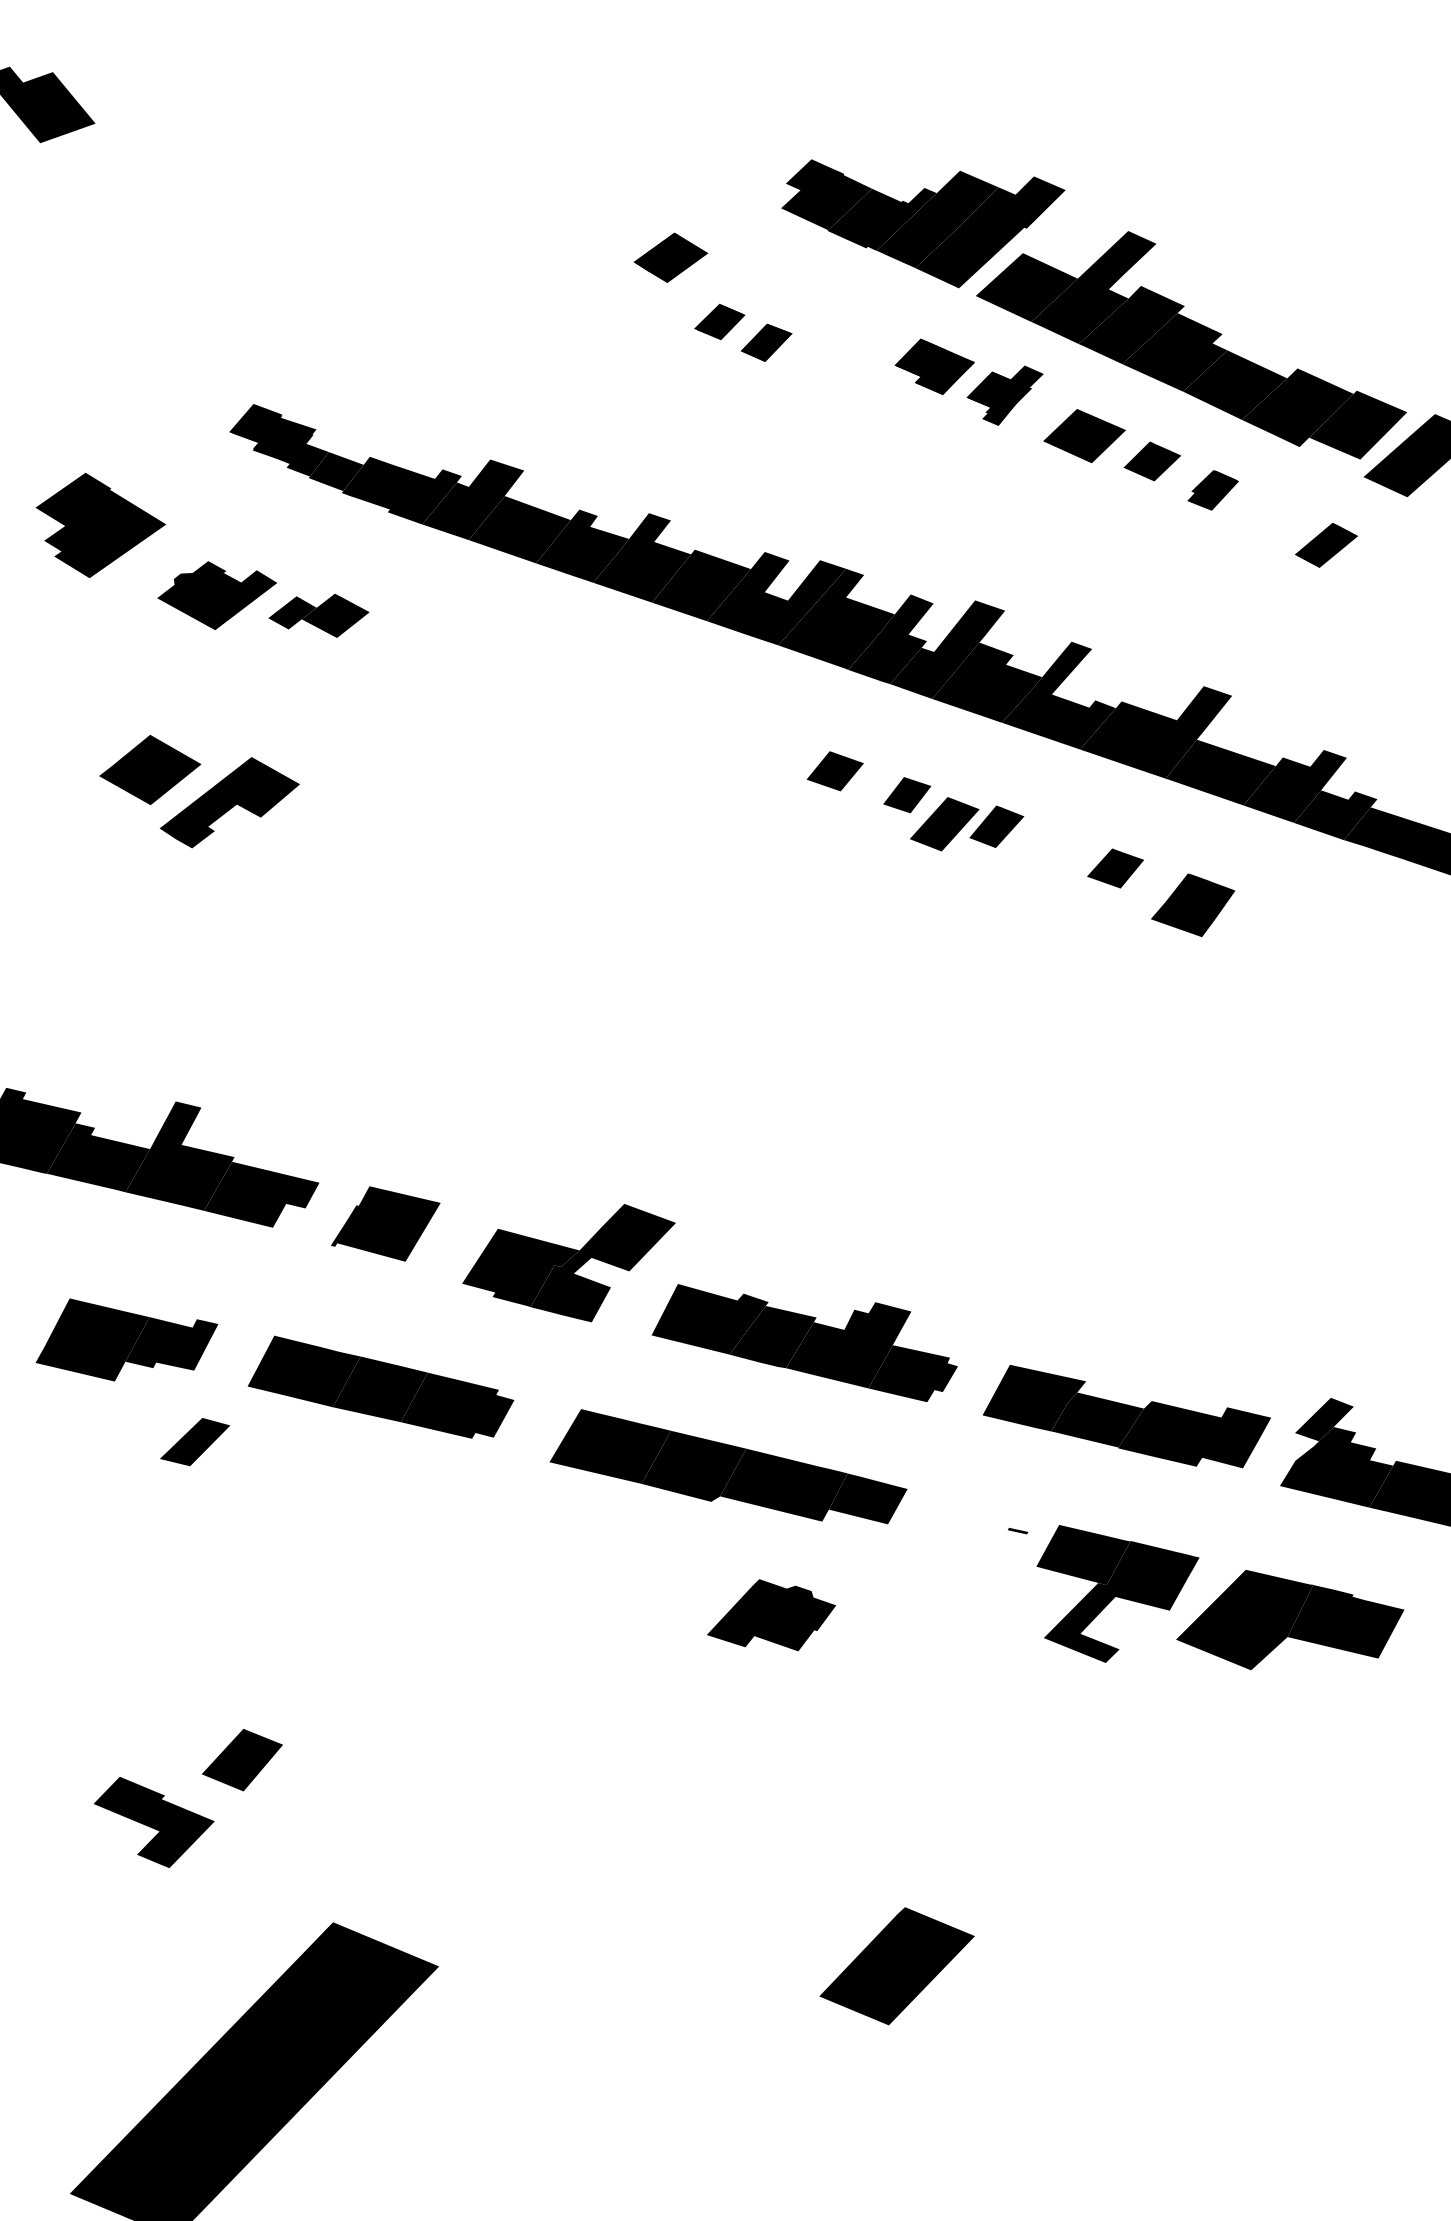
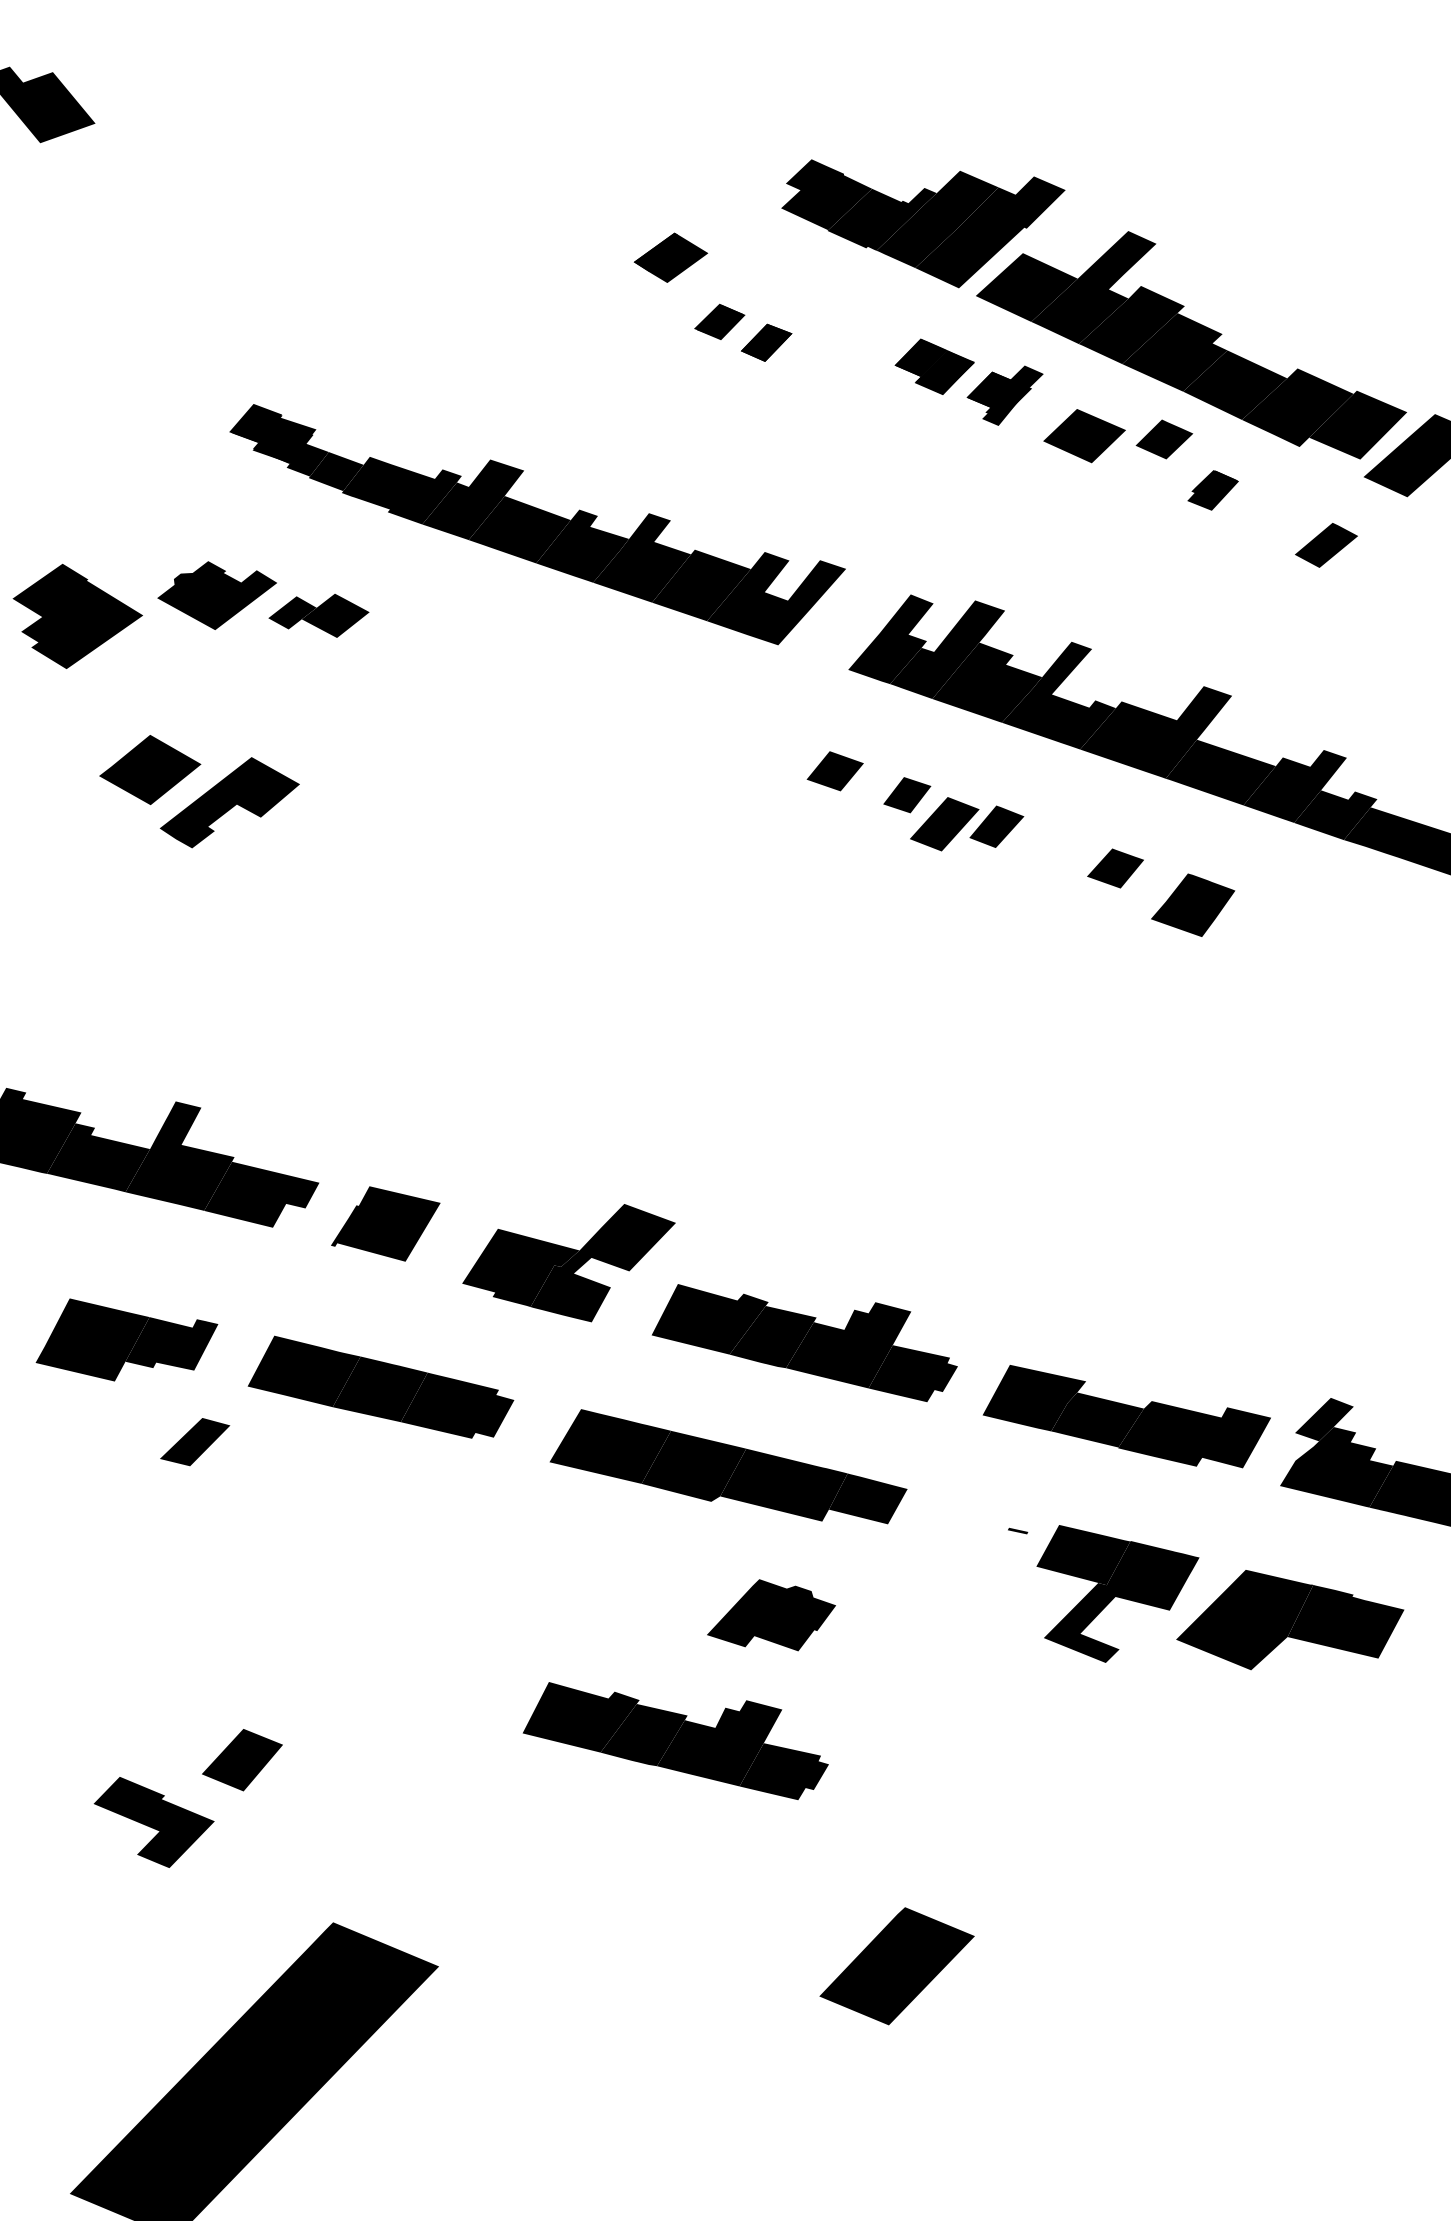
part at (1152, 461) position: (1152, 461) -> (1164, 439)
part at (100, 524) position: (100, 524) -> (77, 615)
fill at (836, 618): present -> none
part at (675, 1740): none -> present
